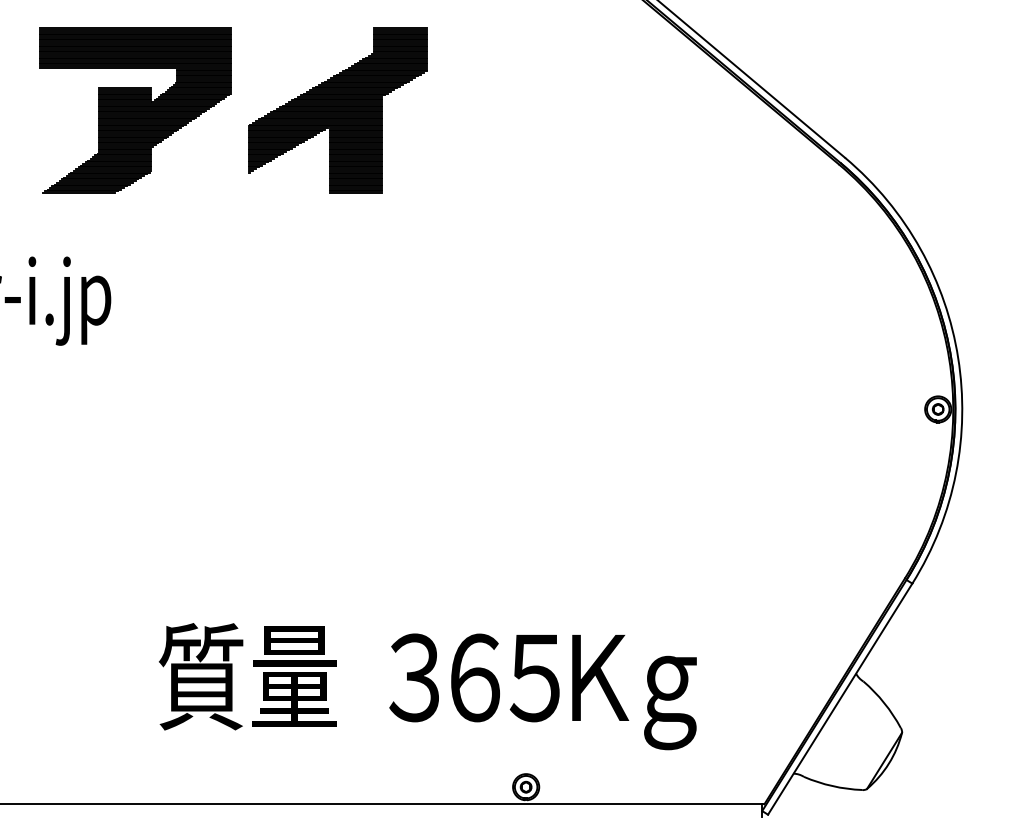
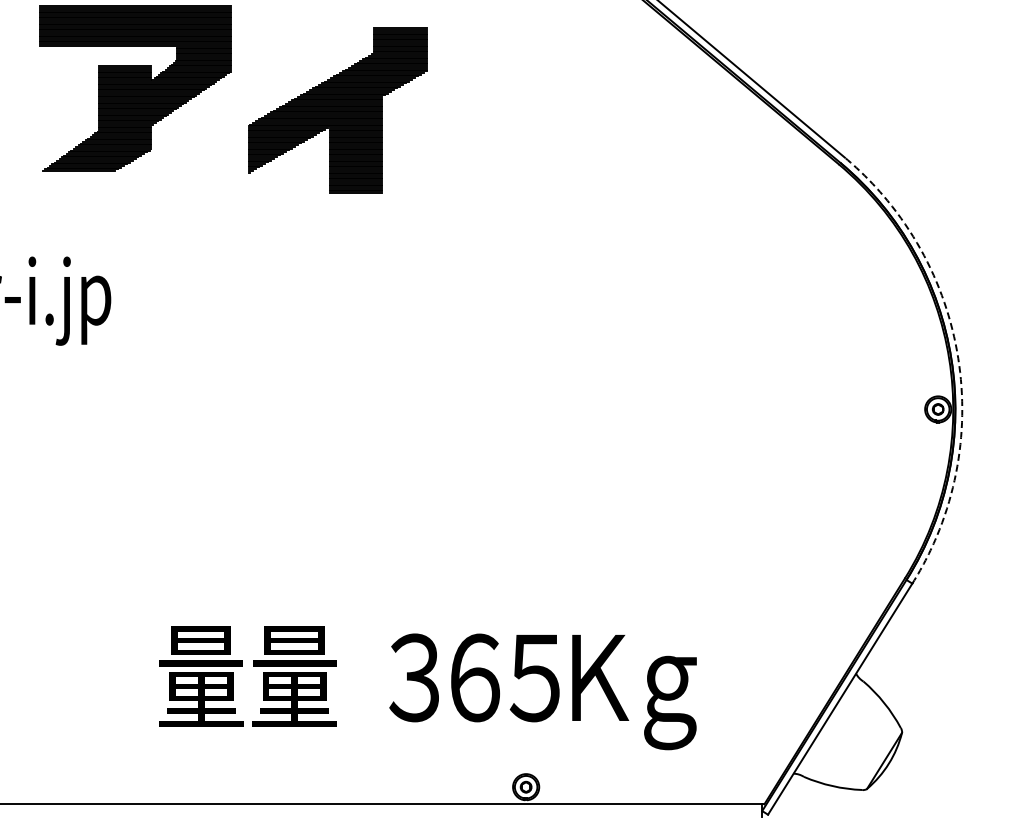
part at (135, 110) position: (135, 110) -> (135, 88)
arc at (958, 358): solid -> dashed
text at (200, 676): 質 -> 量
